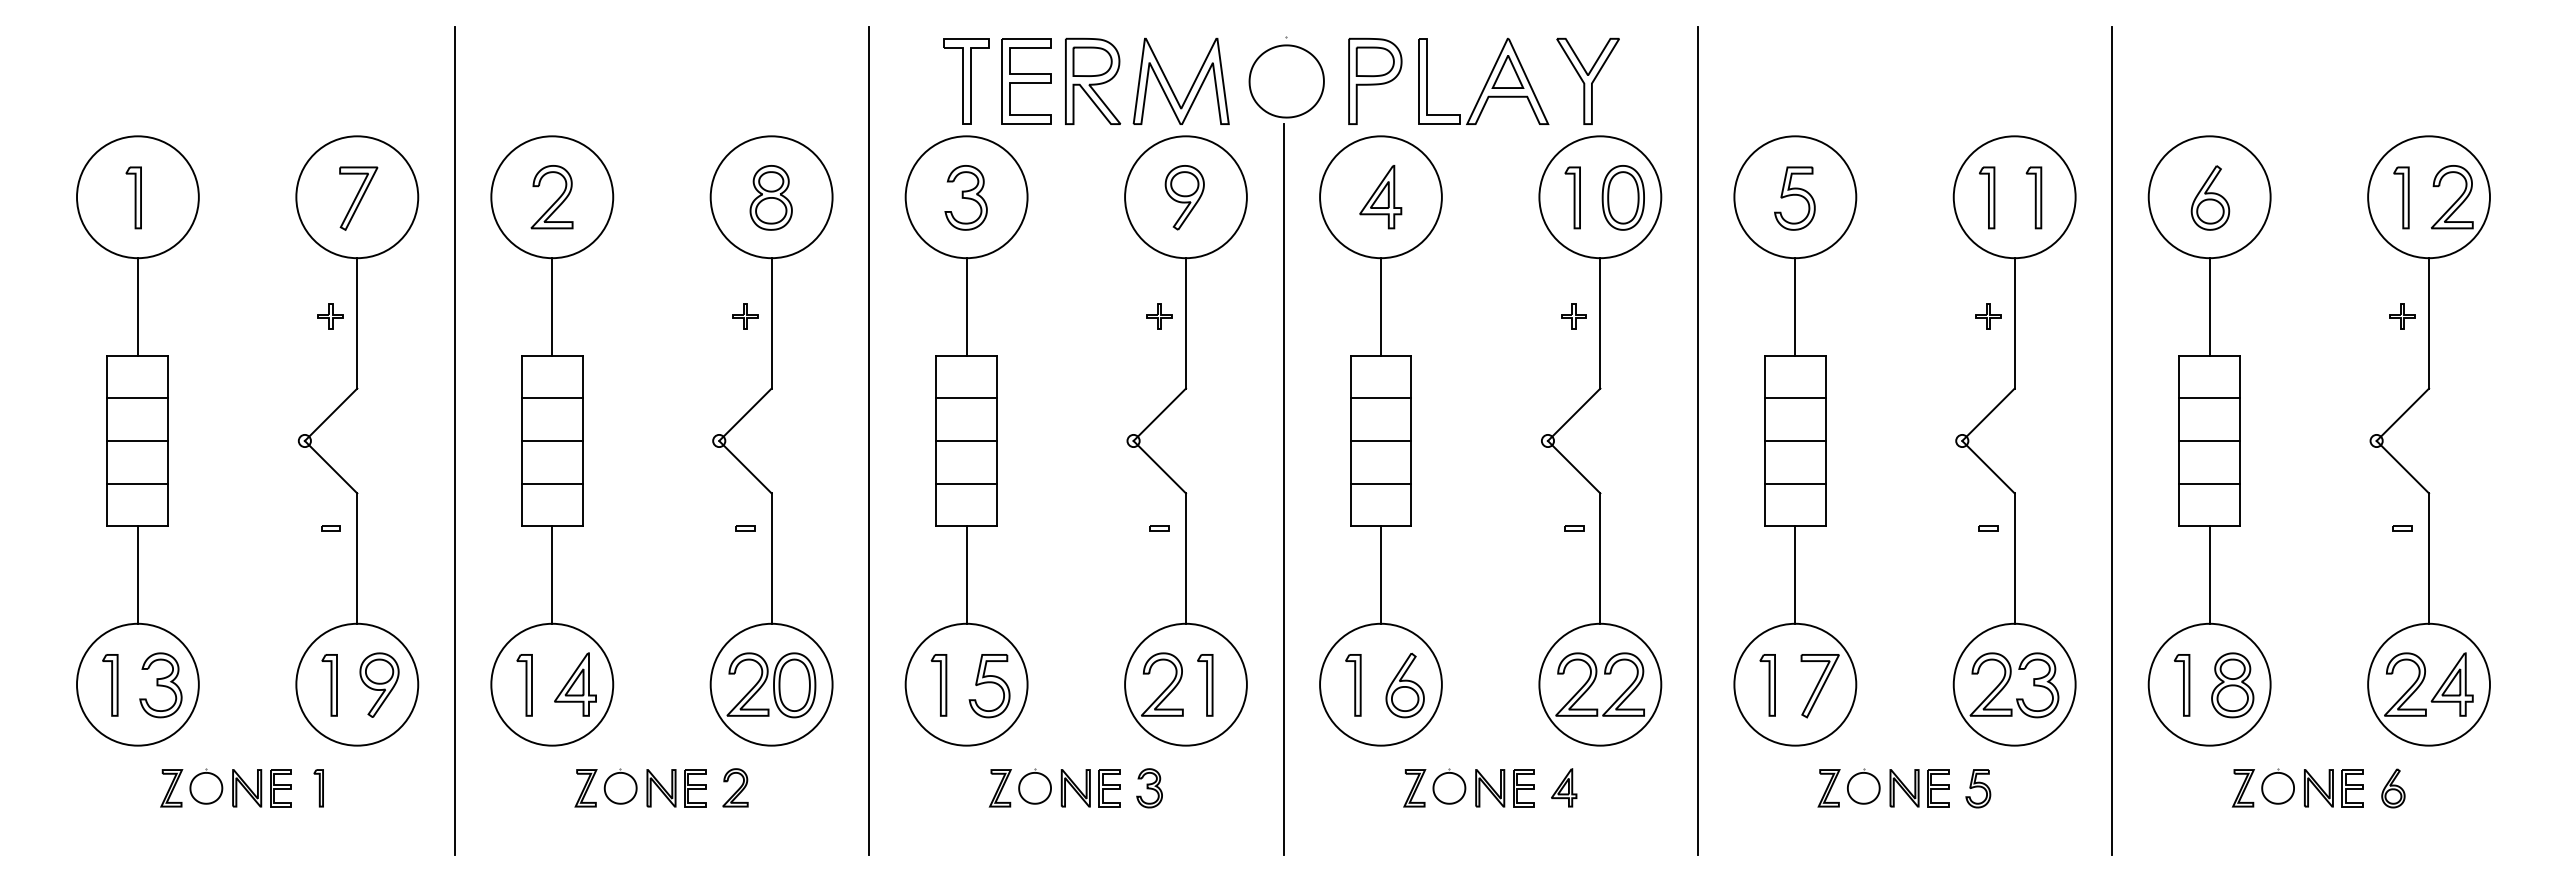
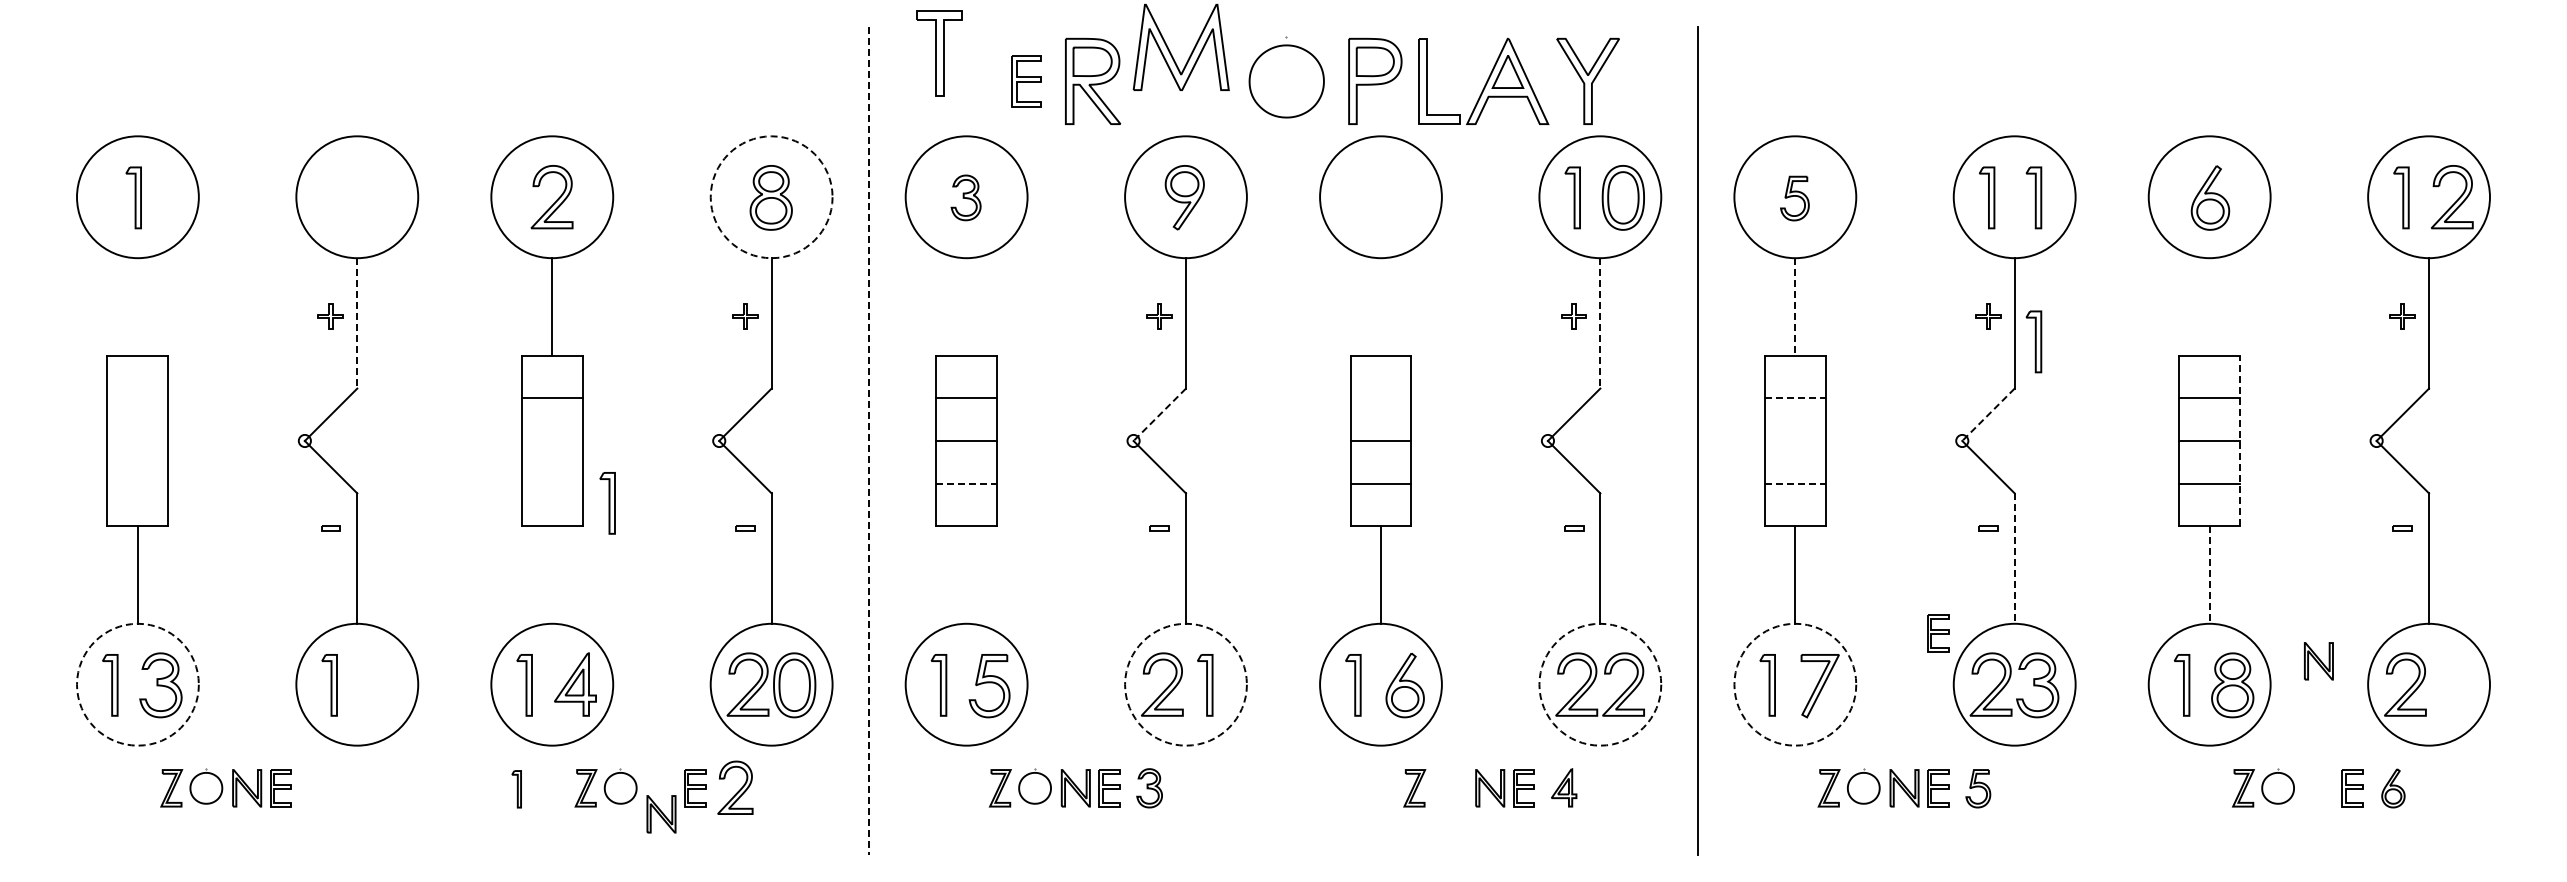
part at (966, 81) position: (966, 81) -> (939, 53)
part at (1026, 81) size: 51x87 px -> 31x53 px
part at (1170, 85) position: (1170, 85) -> (1170, 51)
circle at (771, 197): solid -> dashed
part at (965, 197) size: 44x66 px -> 32x48 px
part at (1380, 197): present -> none
part at (358, 198): present -> none
part at (1794, 198) size: 42x65 px -> 30x47 px
line at (137, 306): present -> none
line at (966, 306): present -> none
line at (1380, 306): present -> none
line at (1795, 306): solid -> dashed
line at (2209, 306): present -> none
line at (357, 323): solid -> dashed
line at (1600, 323): solid -> dashed
curve at (2034, 341): none -> present
line at (137, 398): present -> none
line at (1380, 398): present -> none
line at (1795, 398): solid -> dashed
line at (1159, 415): solid -> dashed
line at (1988, 415): solid -> dashed
line at (454, 440): present -> none
line at (2112, 440): present -> none
line at (2240, 440): solid -> dashed
line at (137, 441): present -> none
line at (551, 441): present -> none
line at (869, 441): solid -> dashed
line at (1794, 441): present -> none
line at (137, 483): present -> none
line at (551, 483): present -> none
line at (967, 483): solid -> dashed
line at (1795, 483): solid -> dashed
line at (1283, 489): present -> none
part at (607, 503): none -> present
line at (2014, 559): solid -> dashed
line at (552, 574): present -> none
line at (966, 574): present -> none
line at (2209, 575): solid -> dashed
part at (1938, 633): none -> present
circle at (137, 684): solid -> dashed
part at (379, 684): present -> none
circle at (1185, 684): solid -> dashed
circle at (1600, 684): solid -> dashed
circle at (1795, 684): solid -> dashed
part at (2451, 684): present -> none
part at (1449, 786): present -> none
part at (735, 787) size: 27x40 px -> 37x55 px
part at (318, 788) position: (318, 788) -> (516, 789)
part at (661, 788) position: (661, 788) -> (661, 814)
part at (2318, 788) position: (2318, 788) -> (2318, 661)
